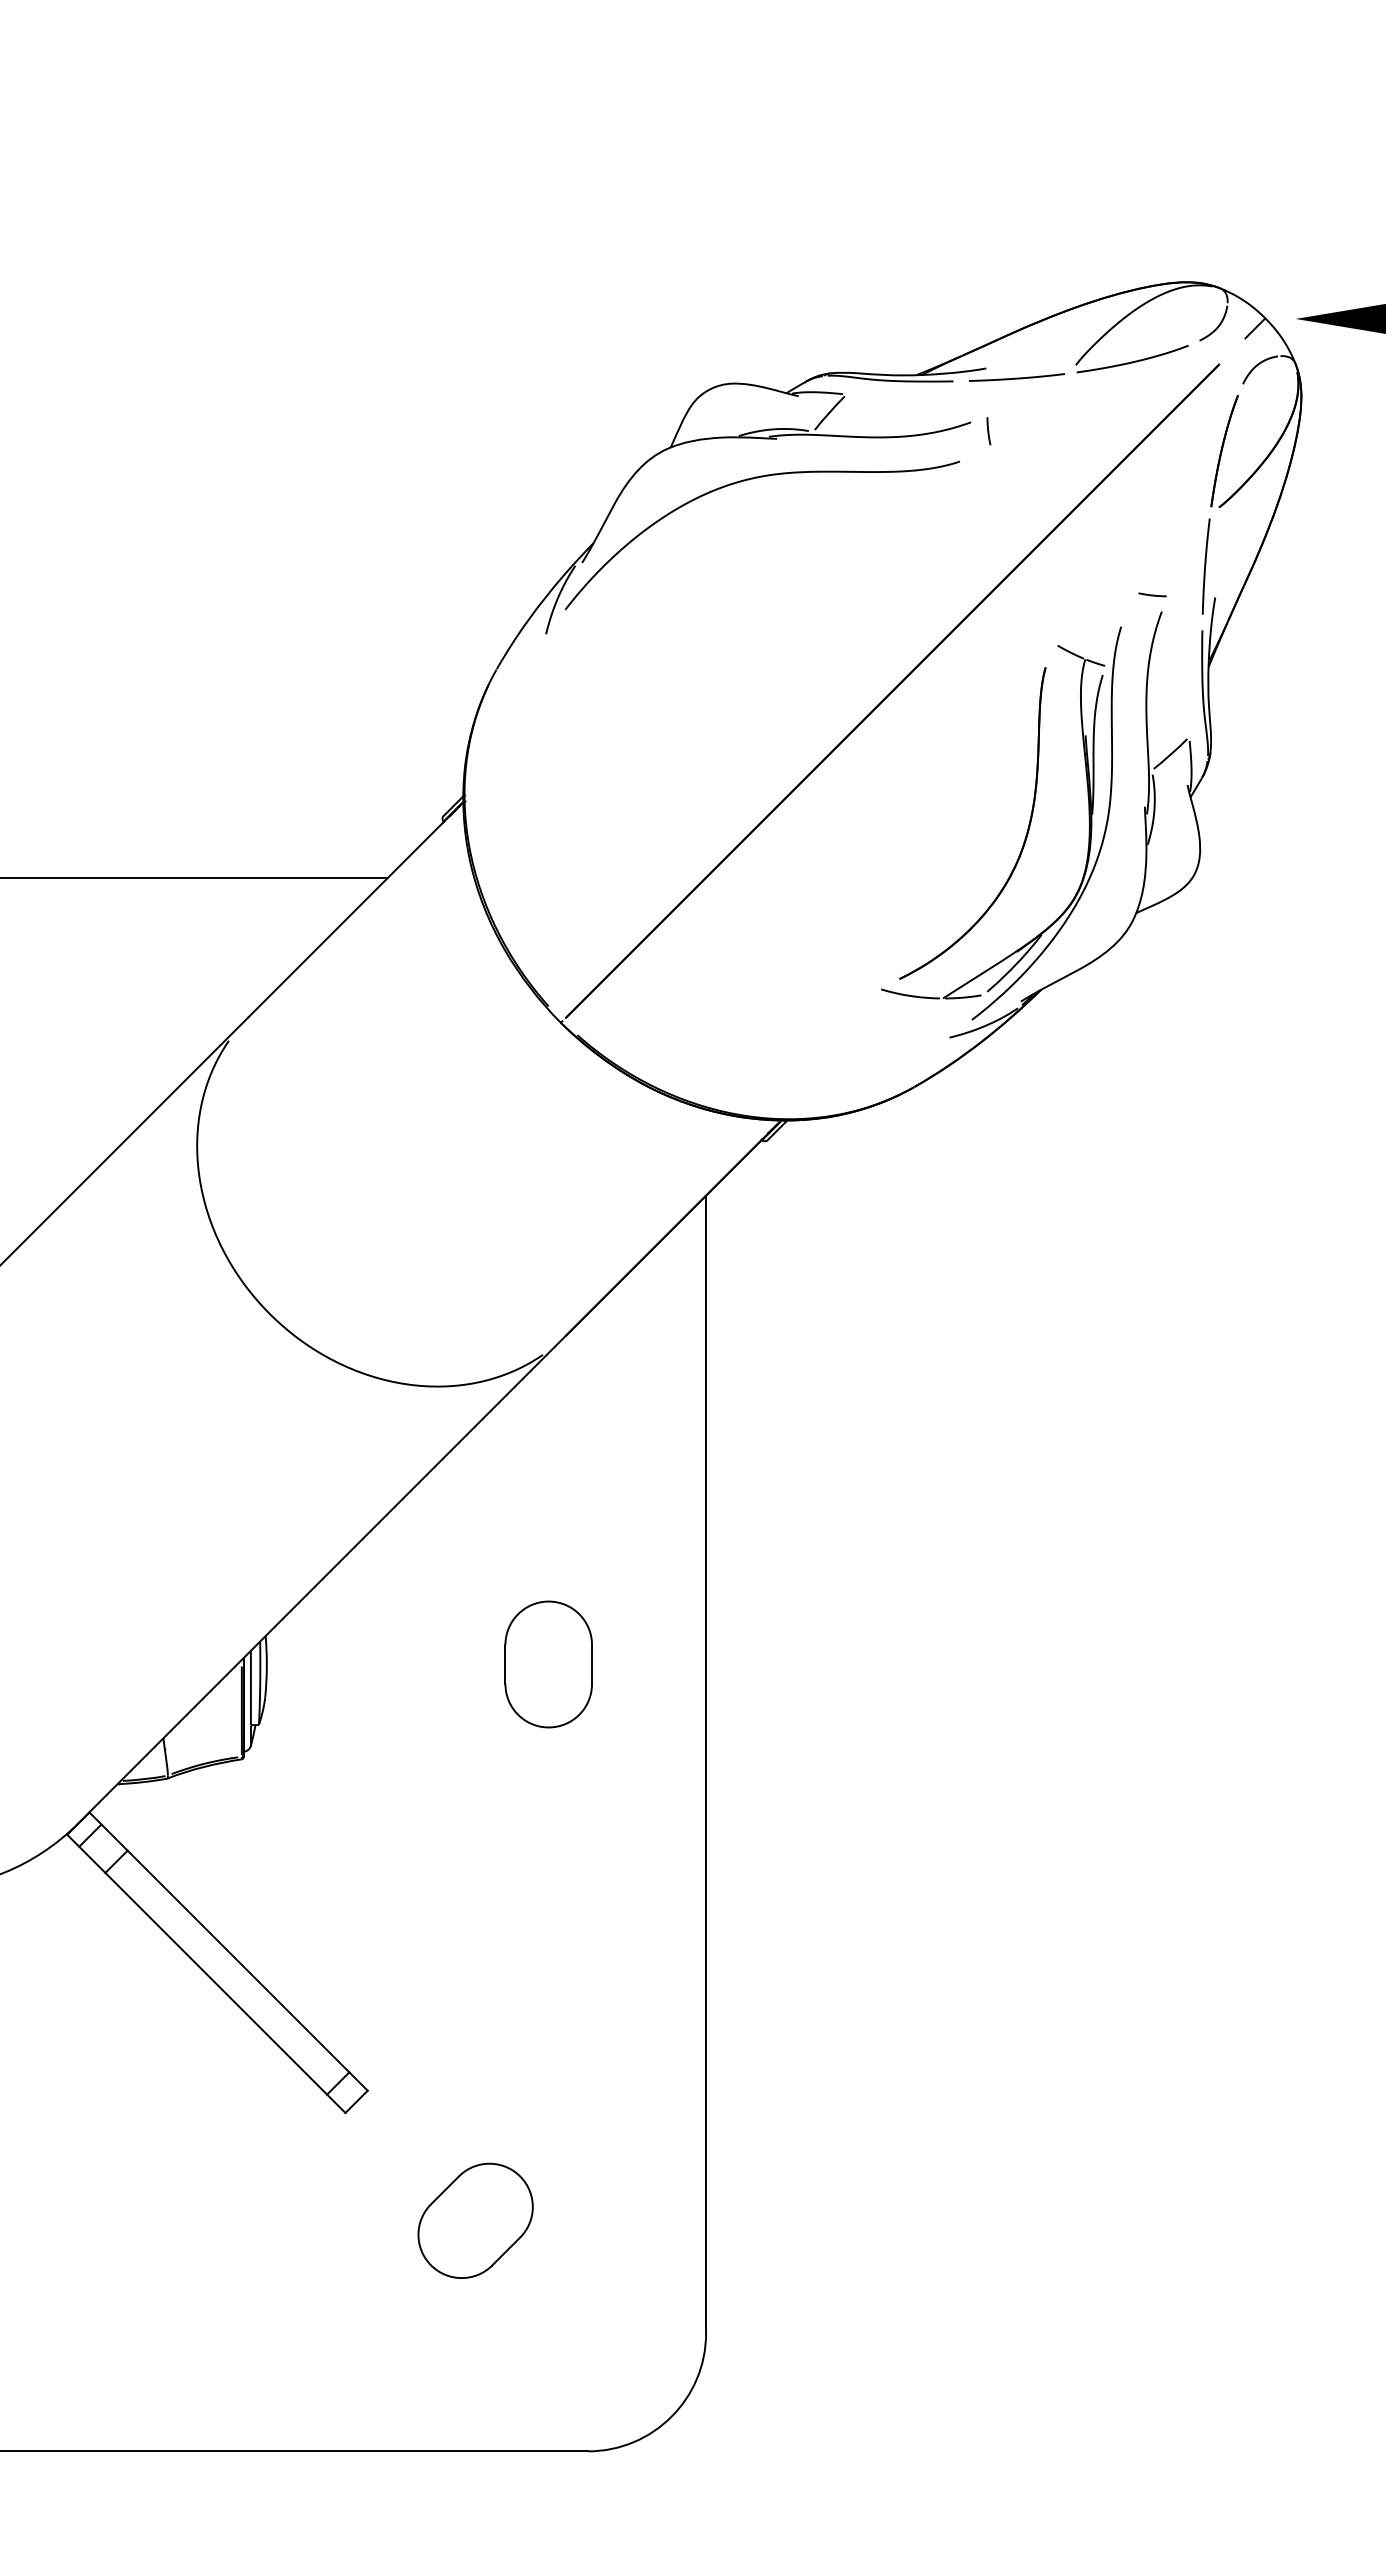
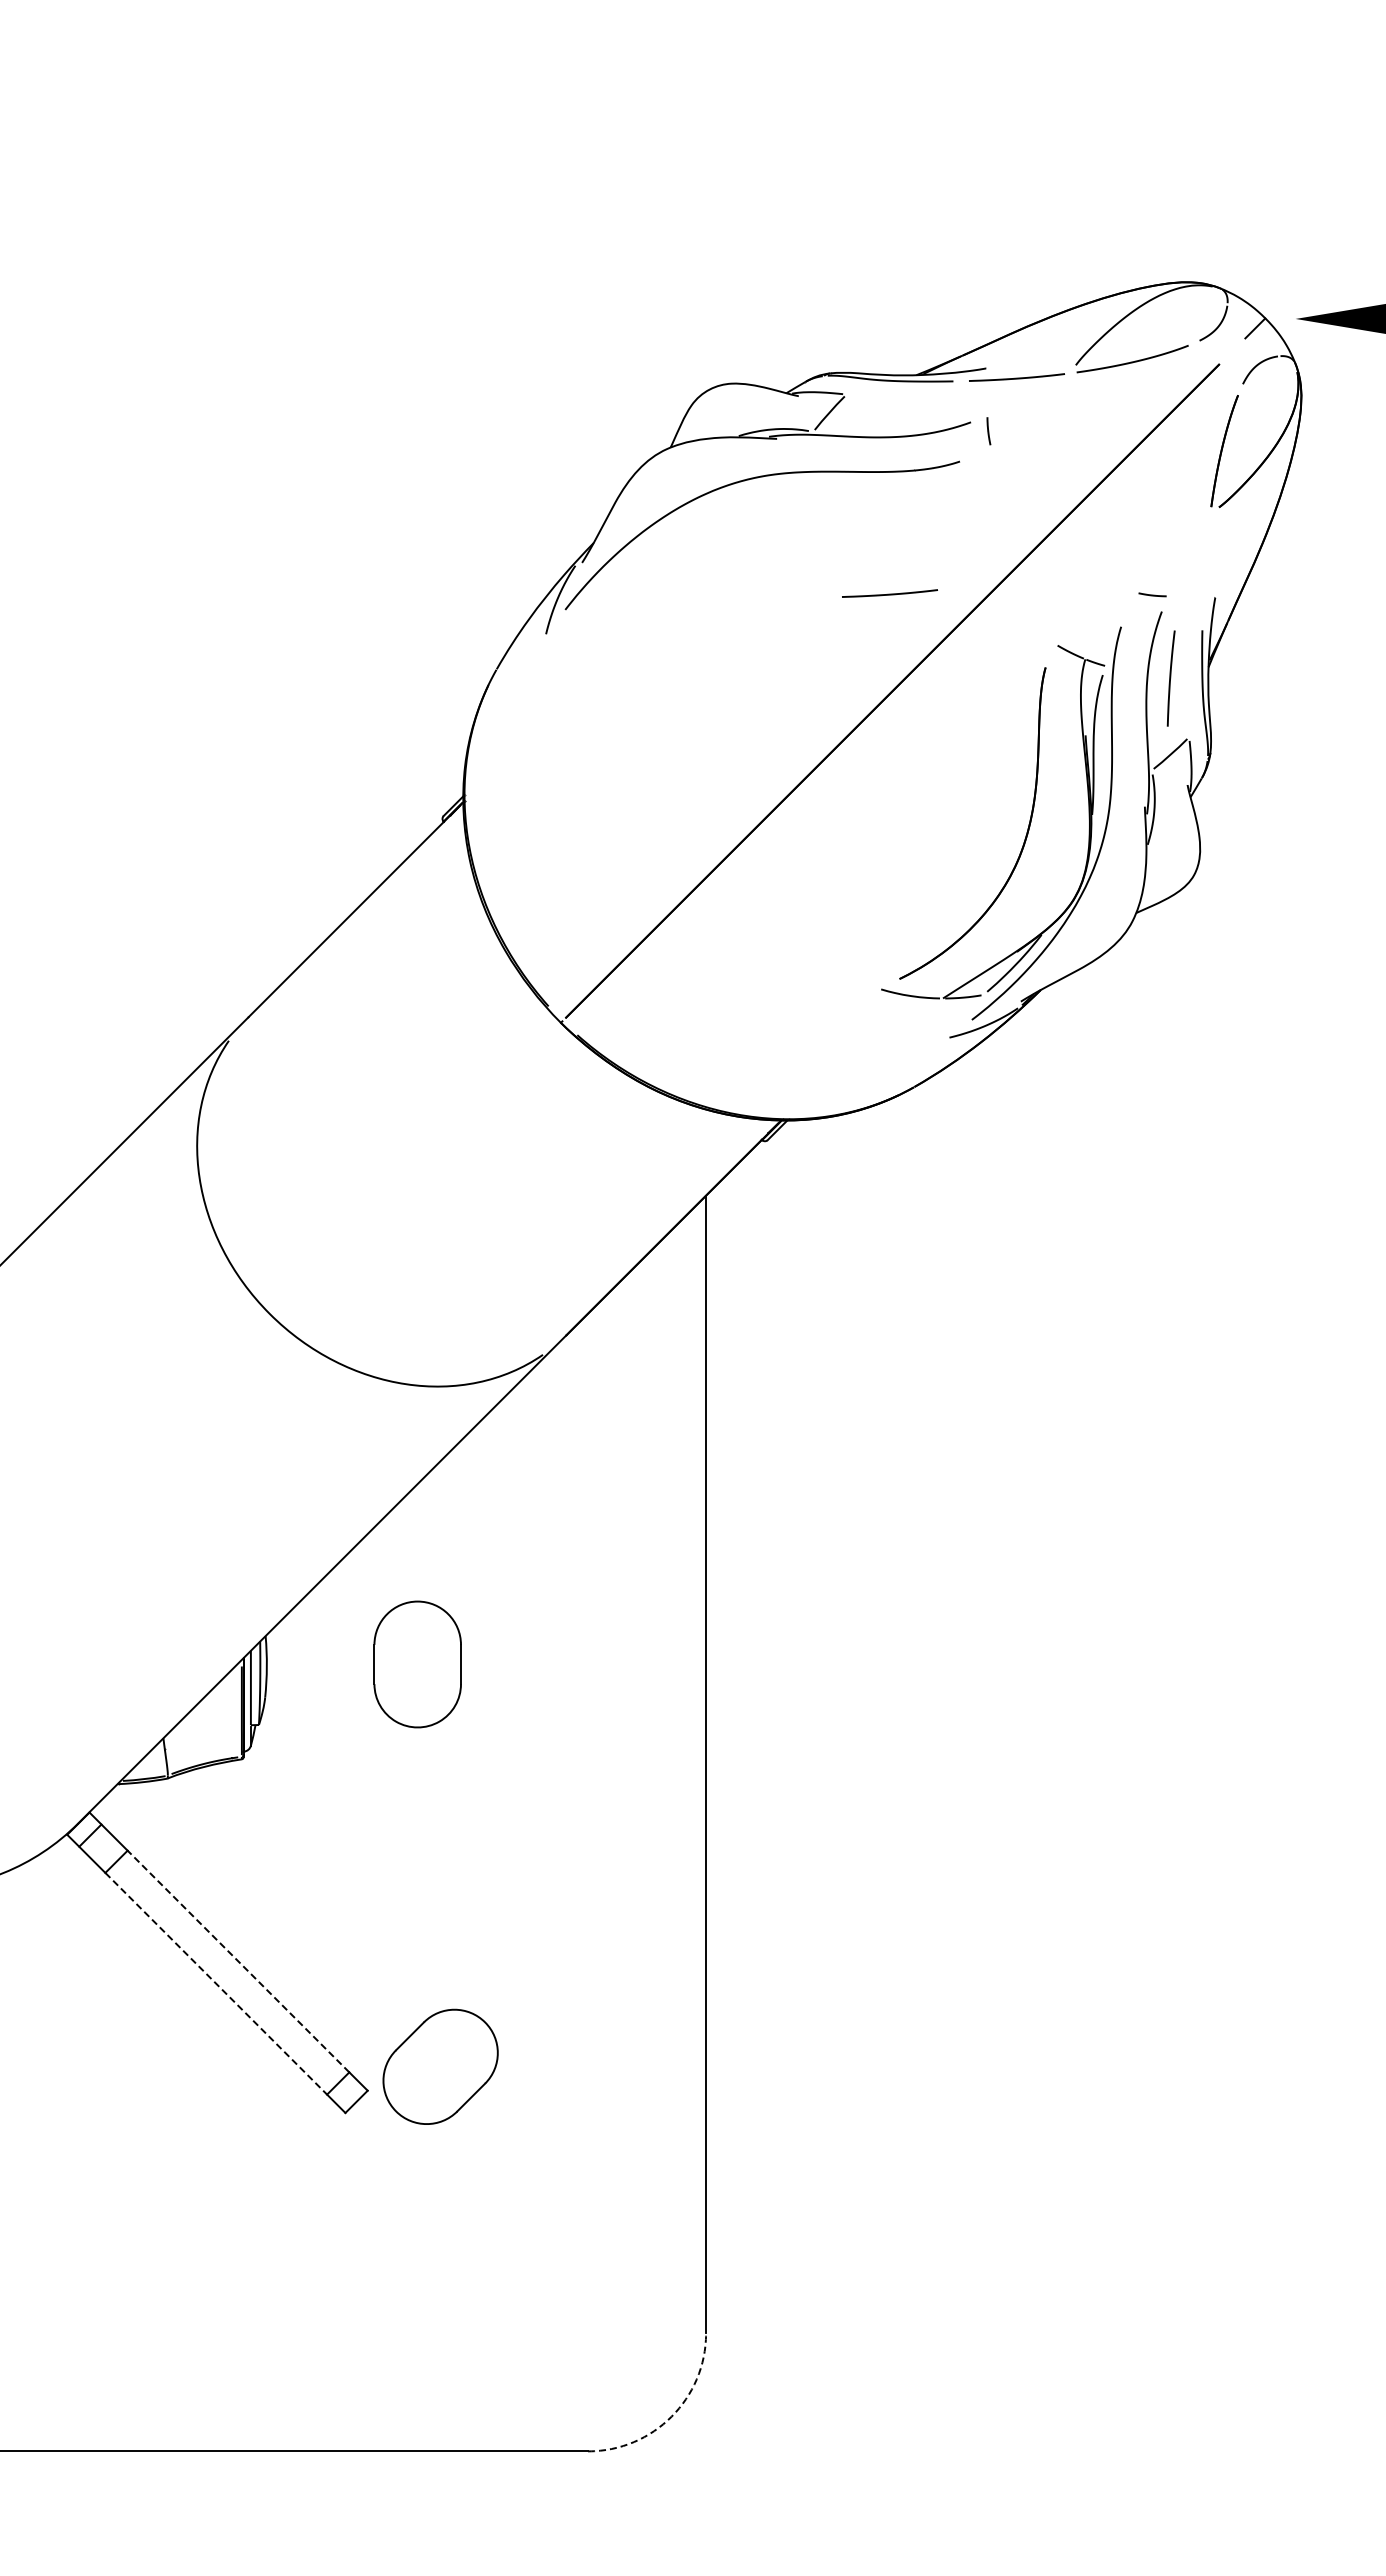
curve at (1205, 566) position: (1205, 566) -> (1170, 678)
line at (889, 593): none -> present
line at (195, 877): present -> none
part at (548, 1664) position: (548, 1664) -> (417, 1664)
line at (238, 1961): solid -> dashed
line at (216, 1983): solid -> dashed
part at (475, 2220) position: (475, 2220) -> (440, 2066)
arc at (671, 2416): solid -> dashed
